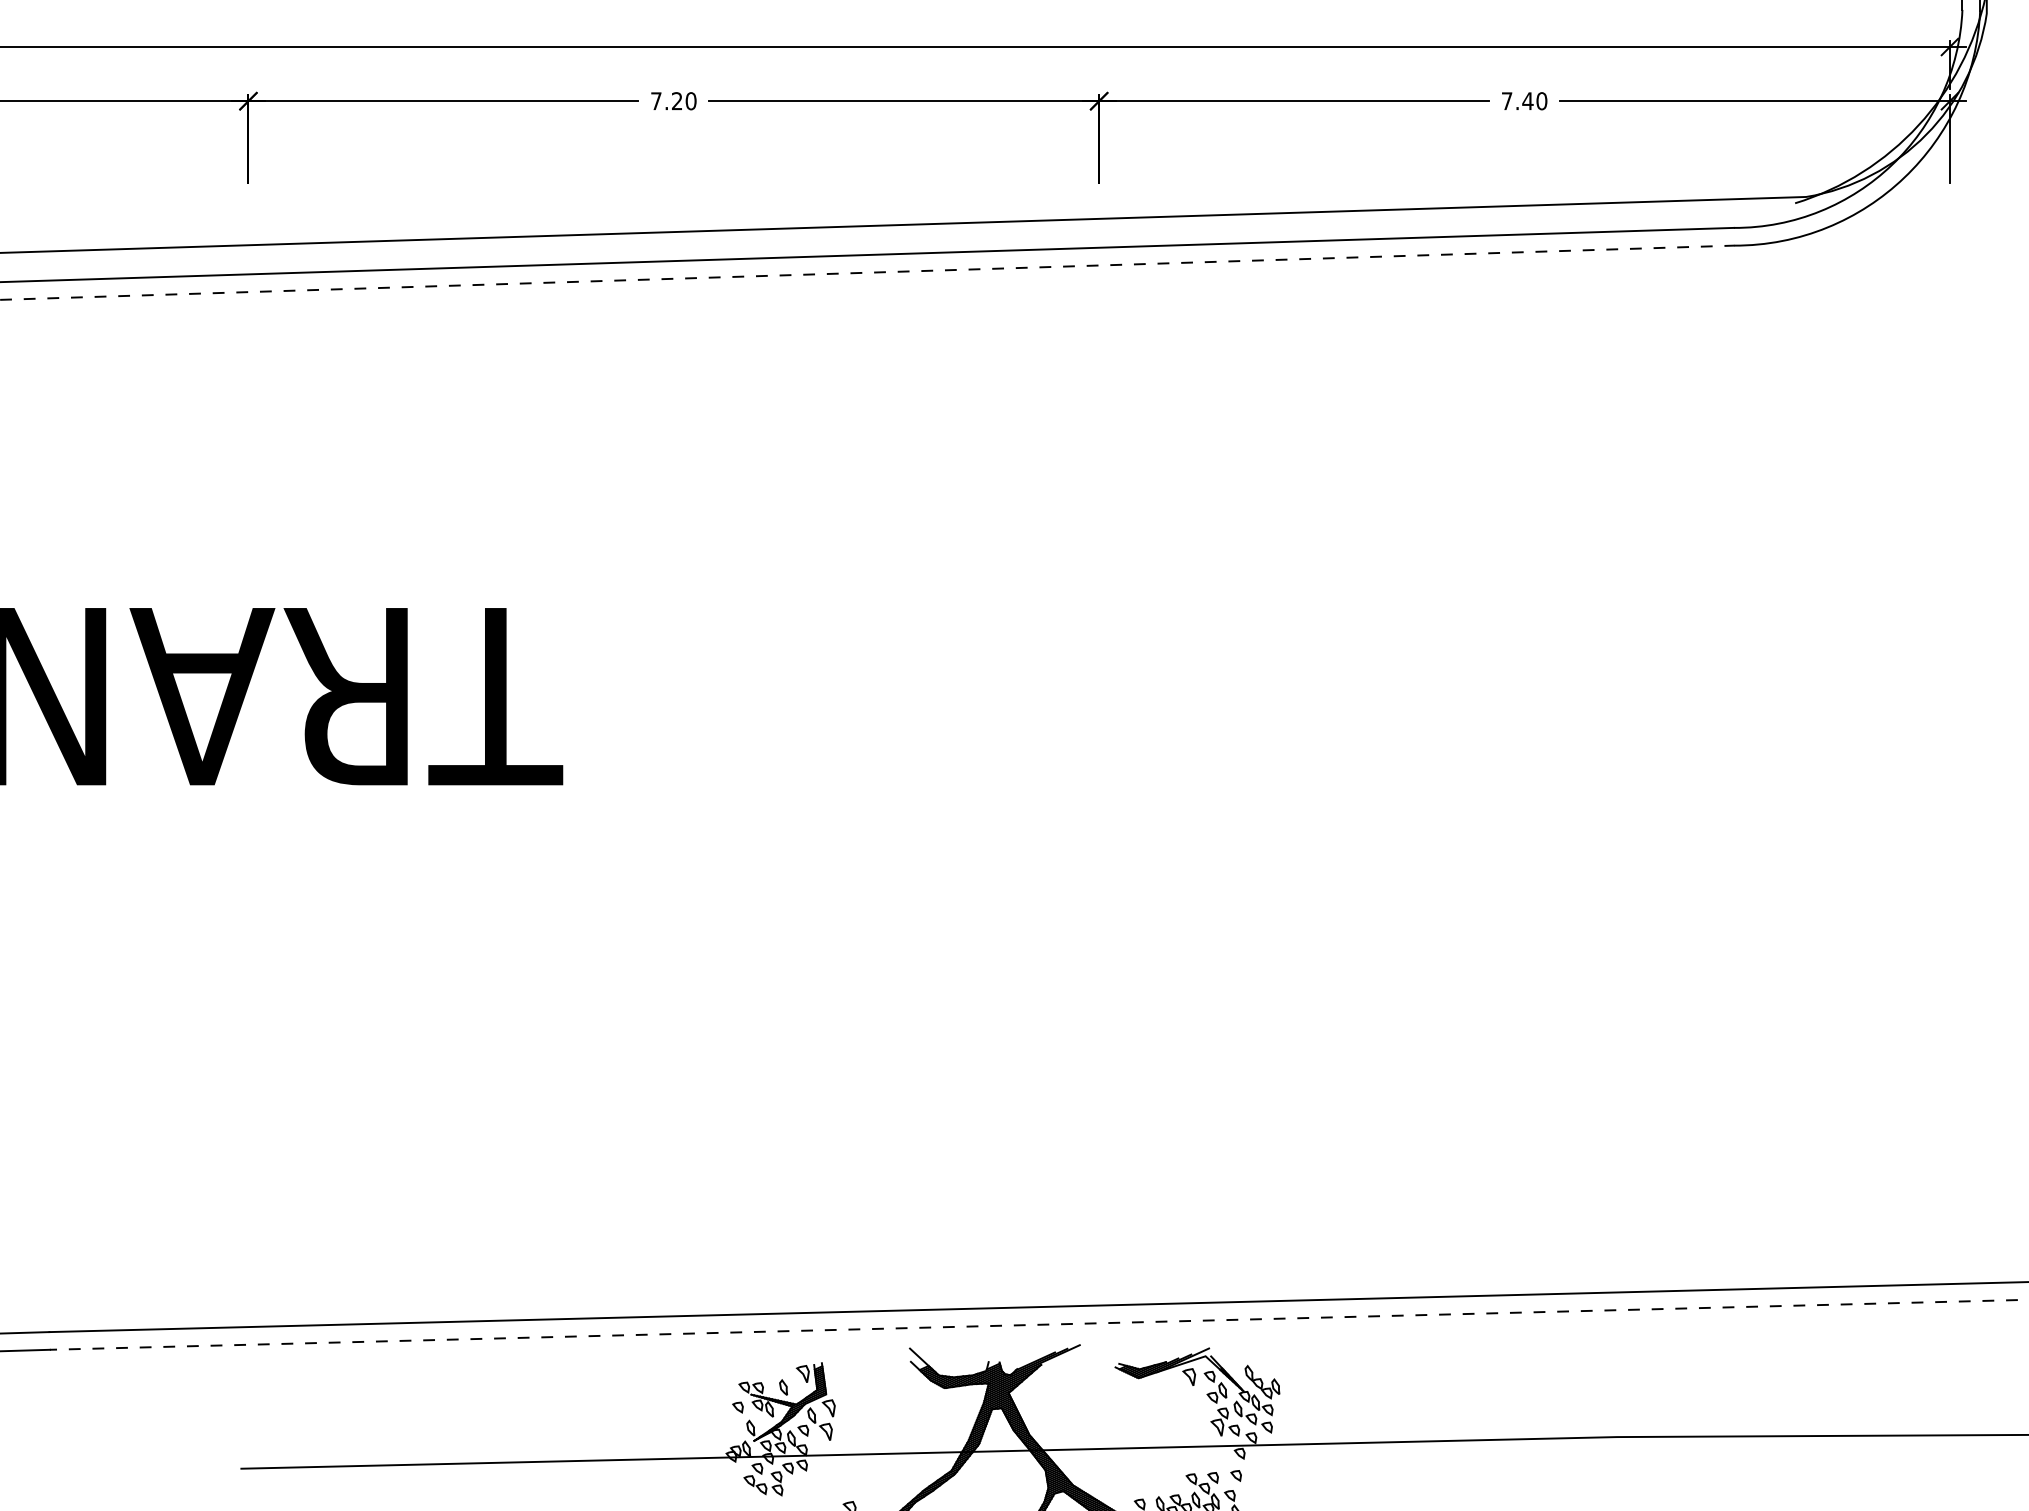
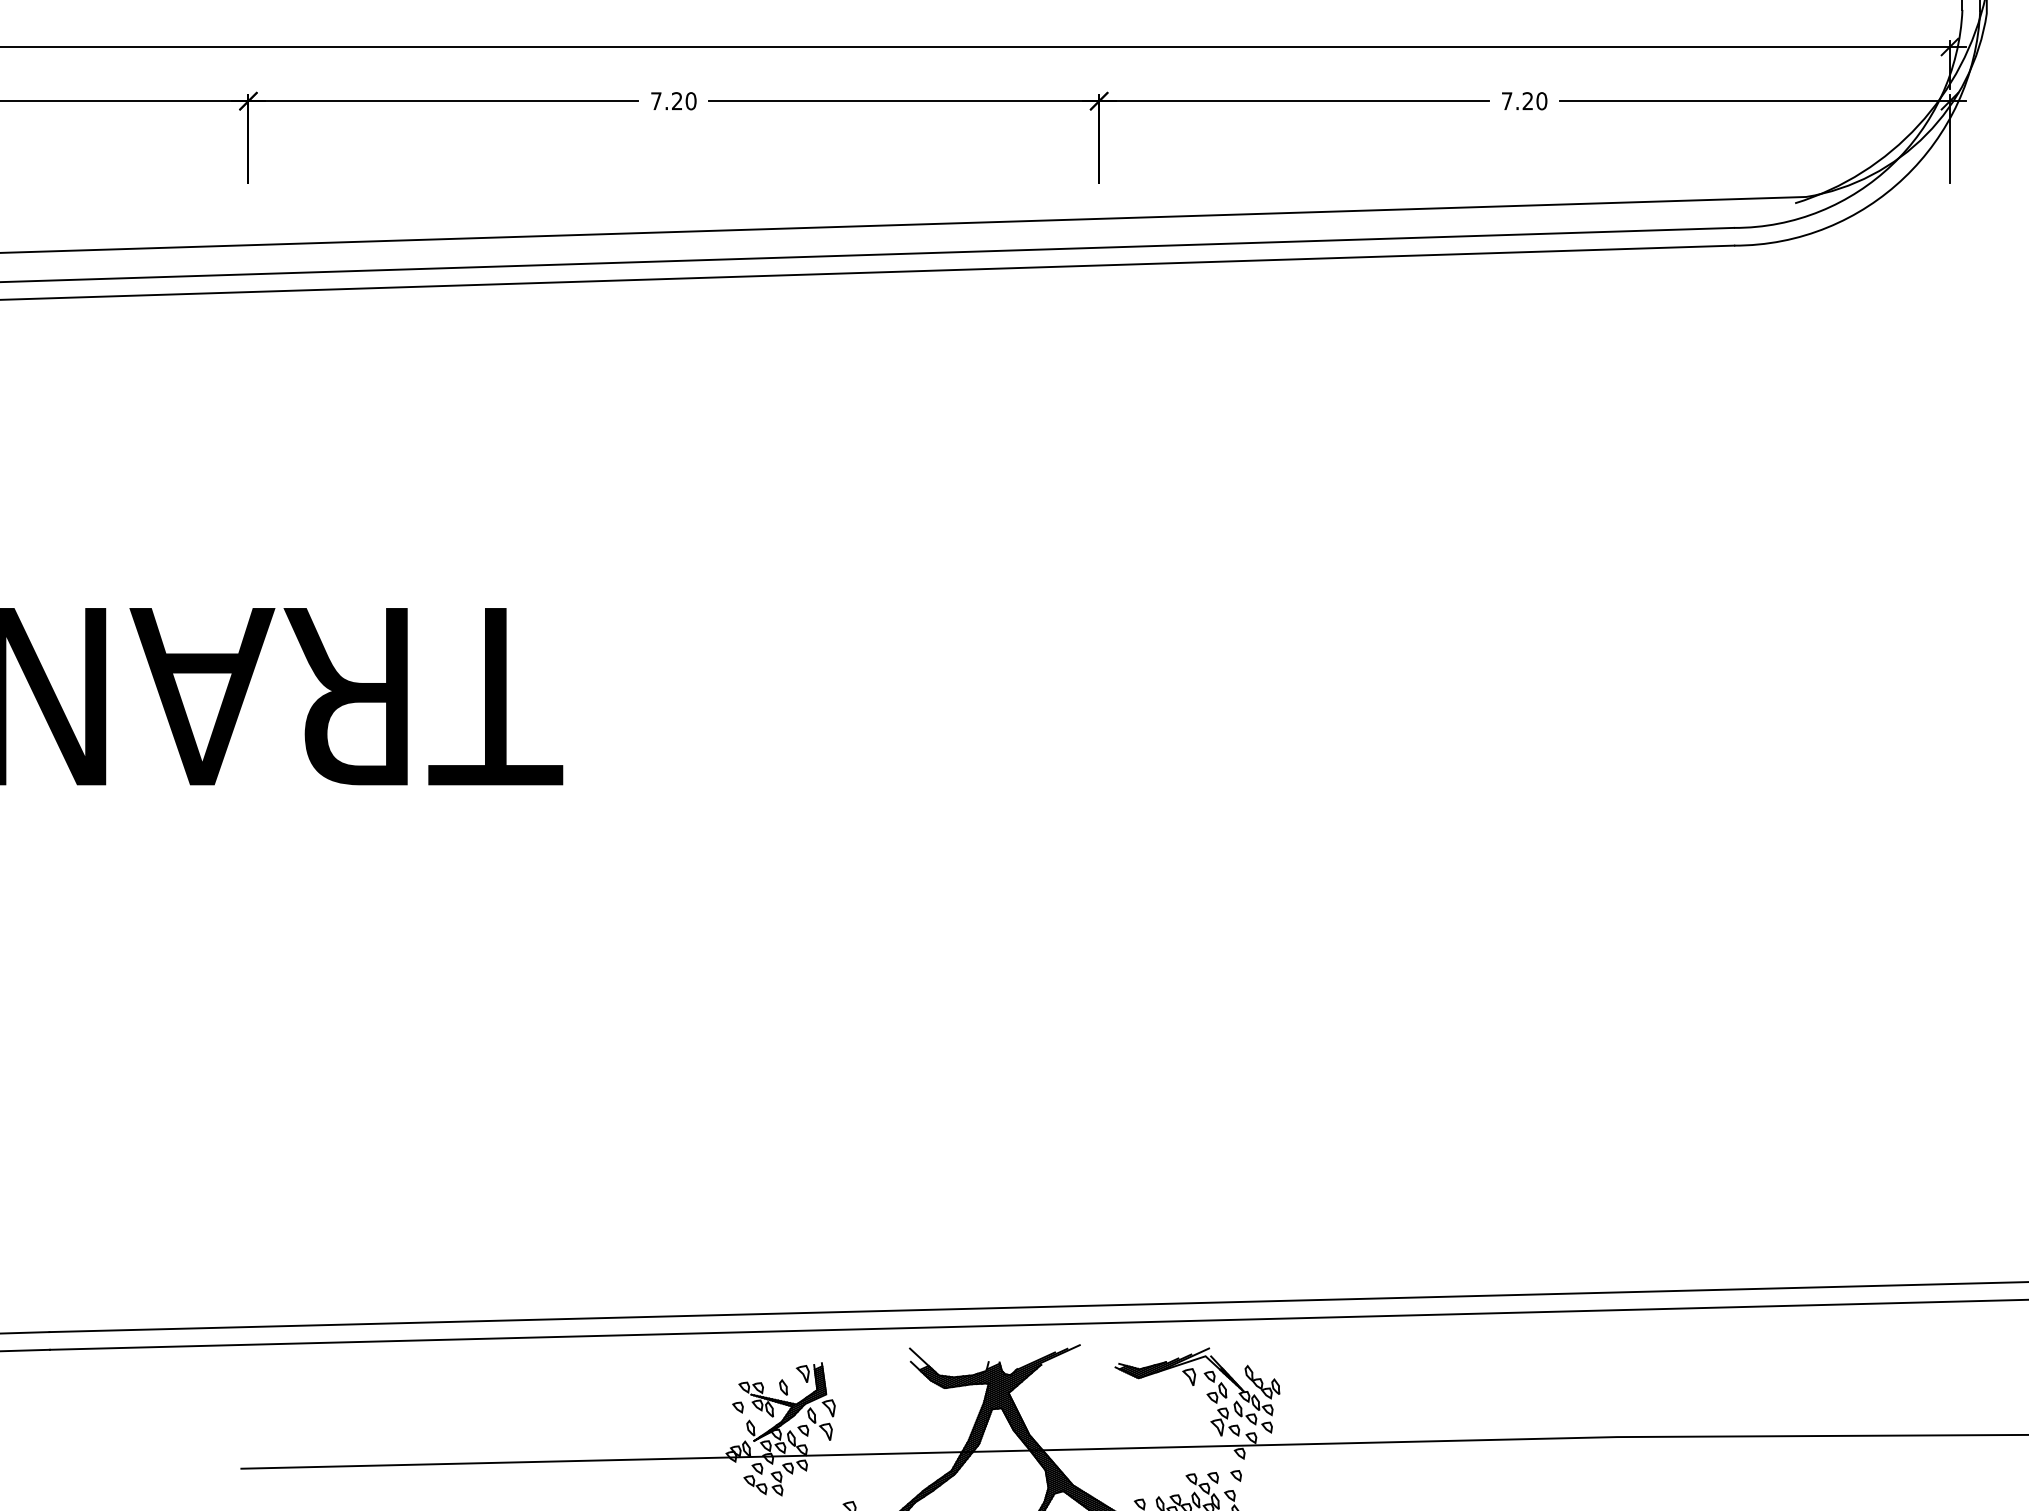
text at (1527, 101): 7.40 -> 7.20
line at (867, 272): dashed -> solid
line at (1039, 1324): dashed -> solid
